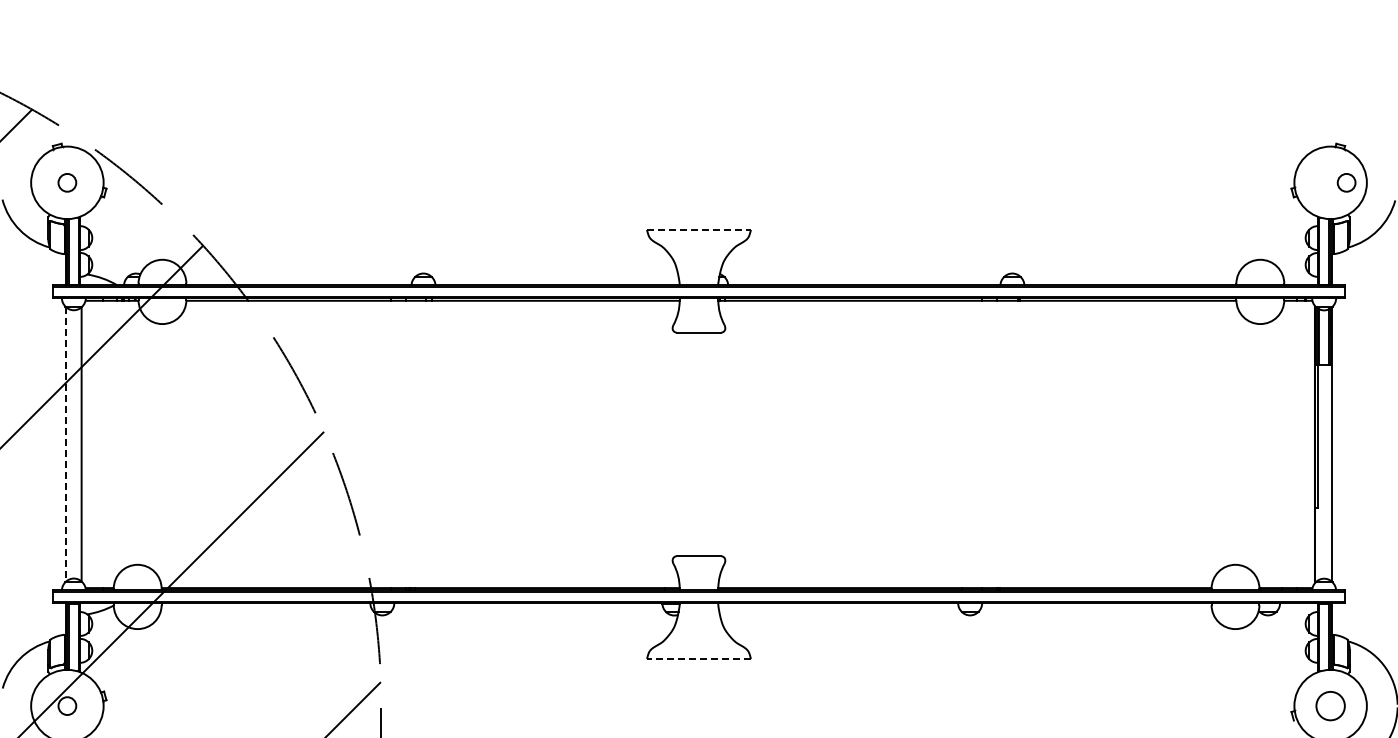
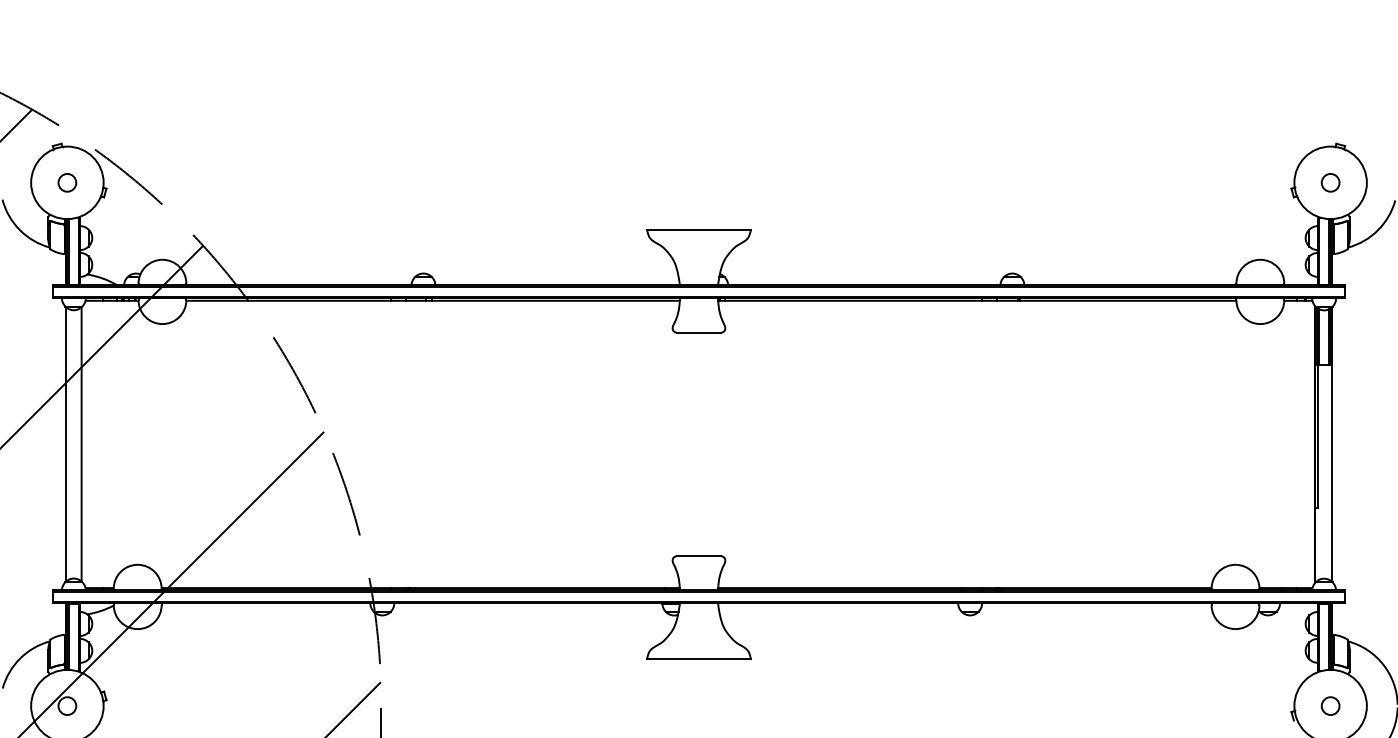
circle at (1346, 182) position: (1346, 182) -> (1330, 182)
line at (698, 230): dashed -> solid
line at (66, 444): dashed -> solid
line at (698, 658): dashed -> solid
circle at (1330, 705) diameter: 28 px -> 18 px
